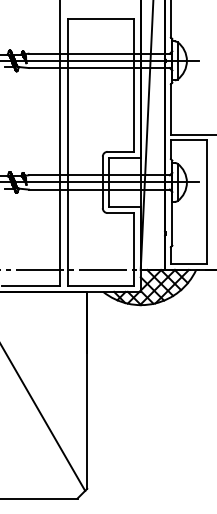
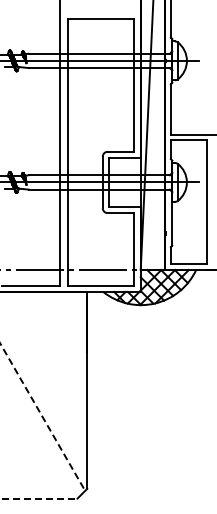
line at (42, 417): solid -> dashed
line at (38, 498): solid -> dashed
